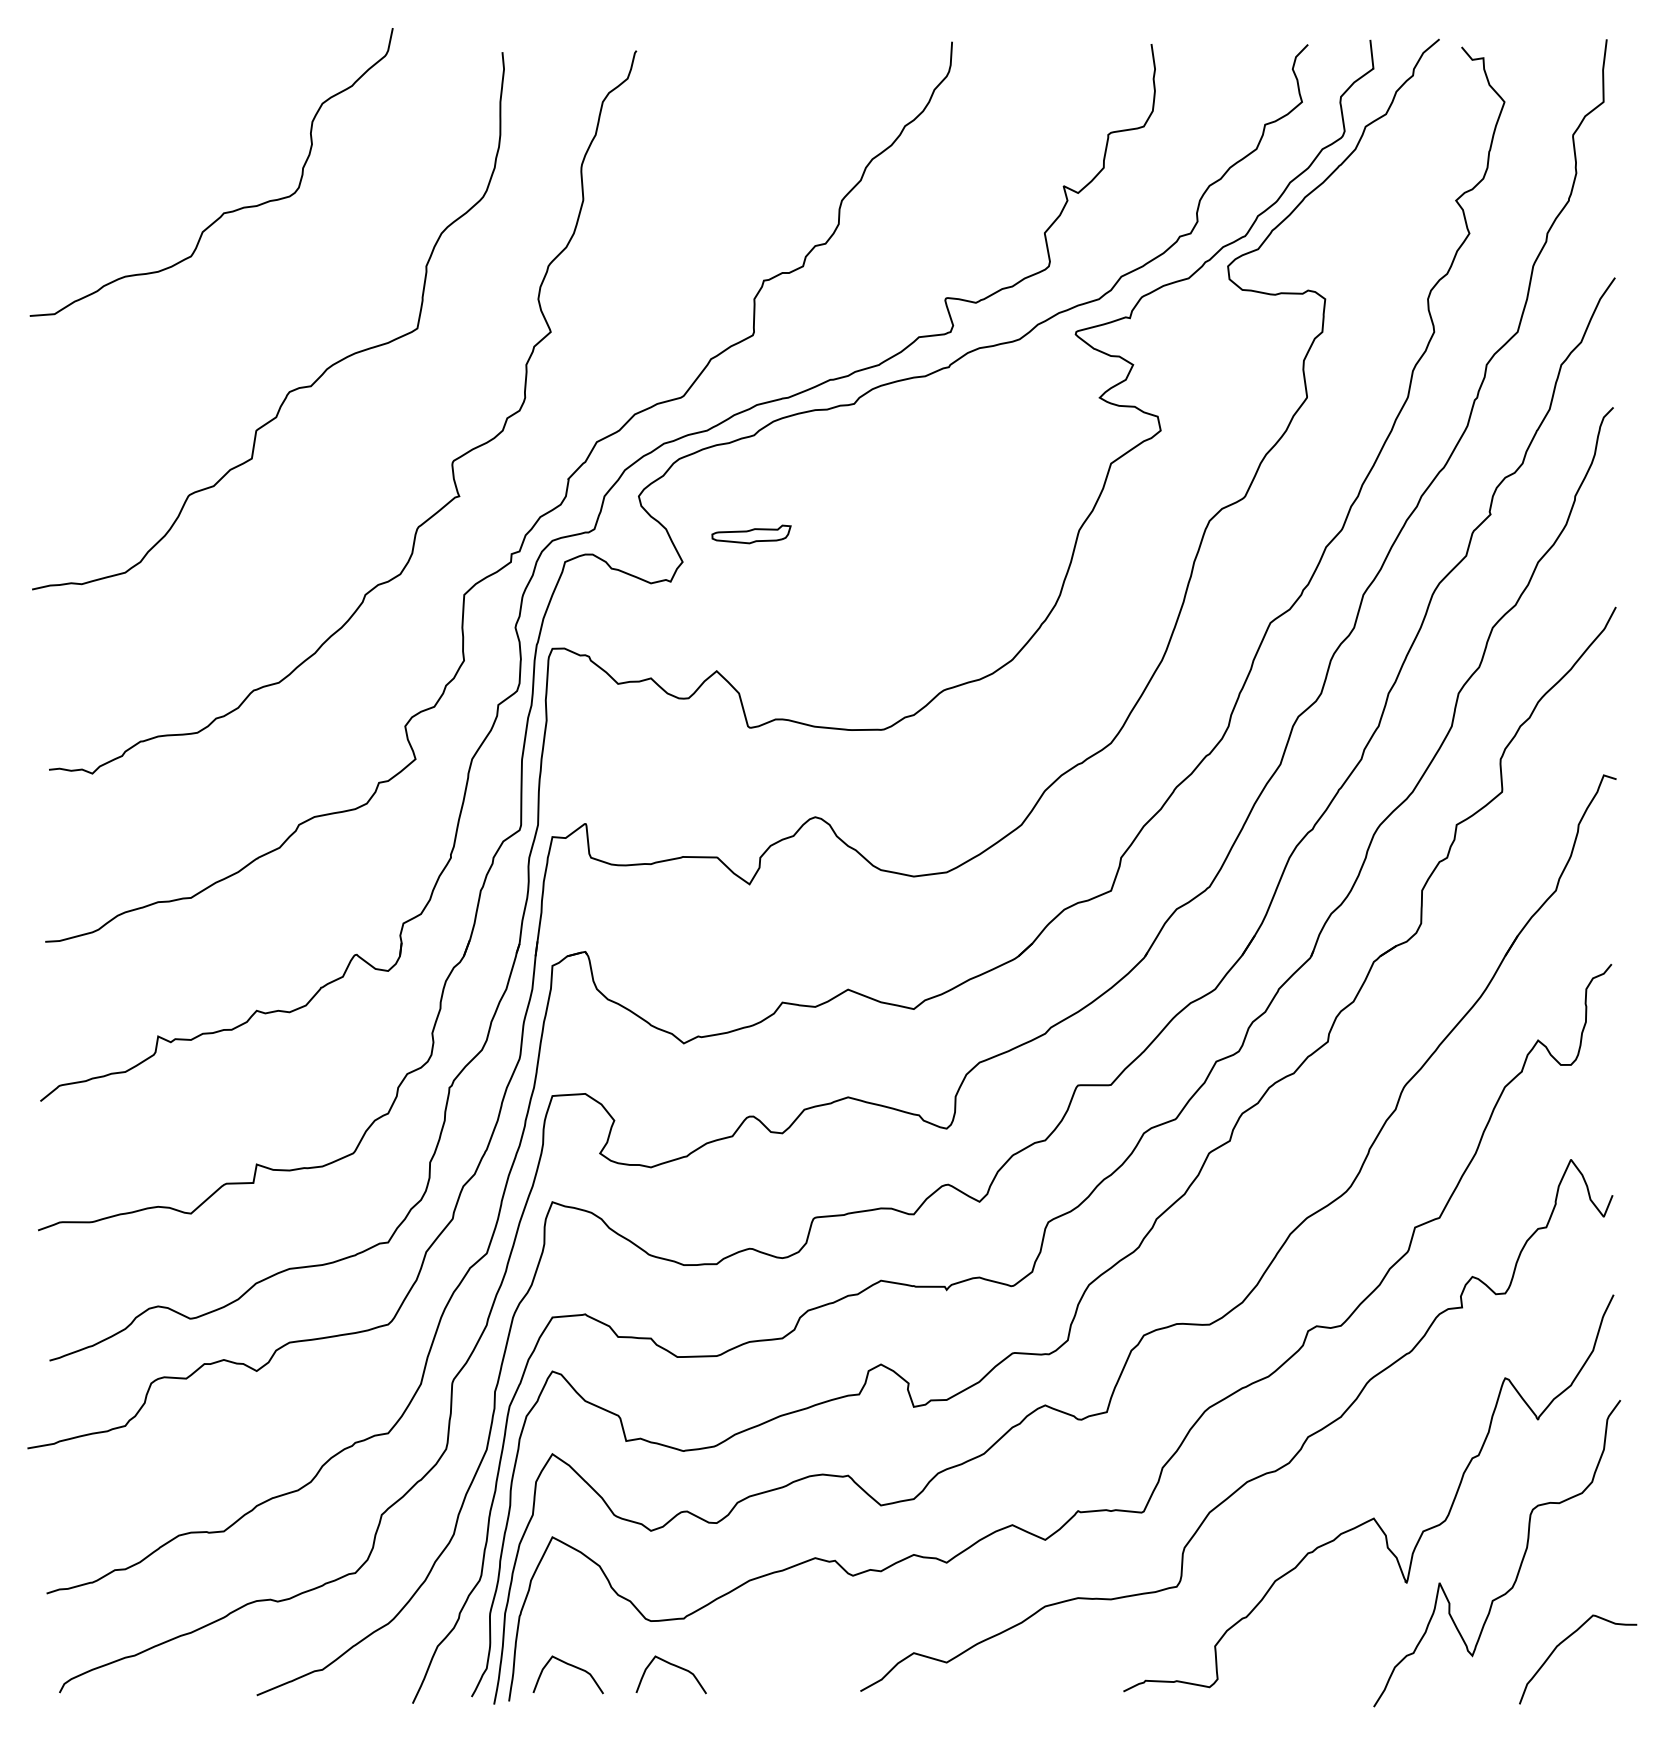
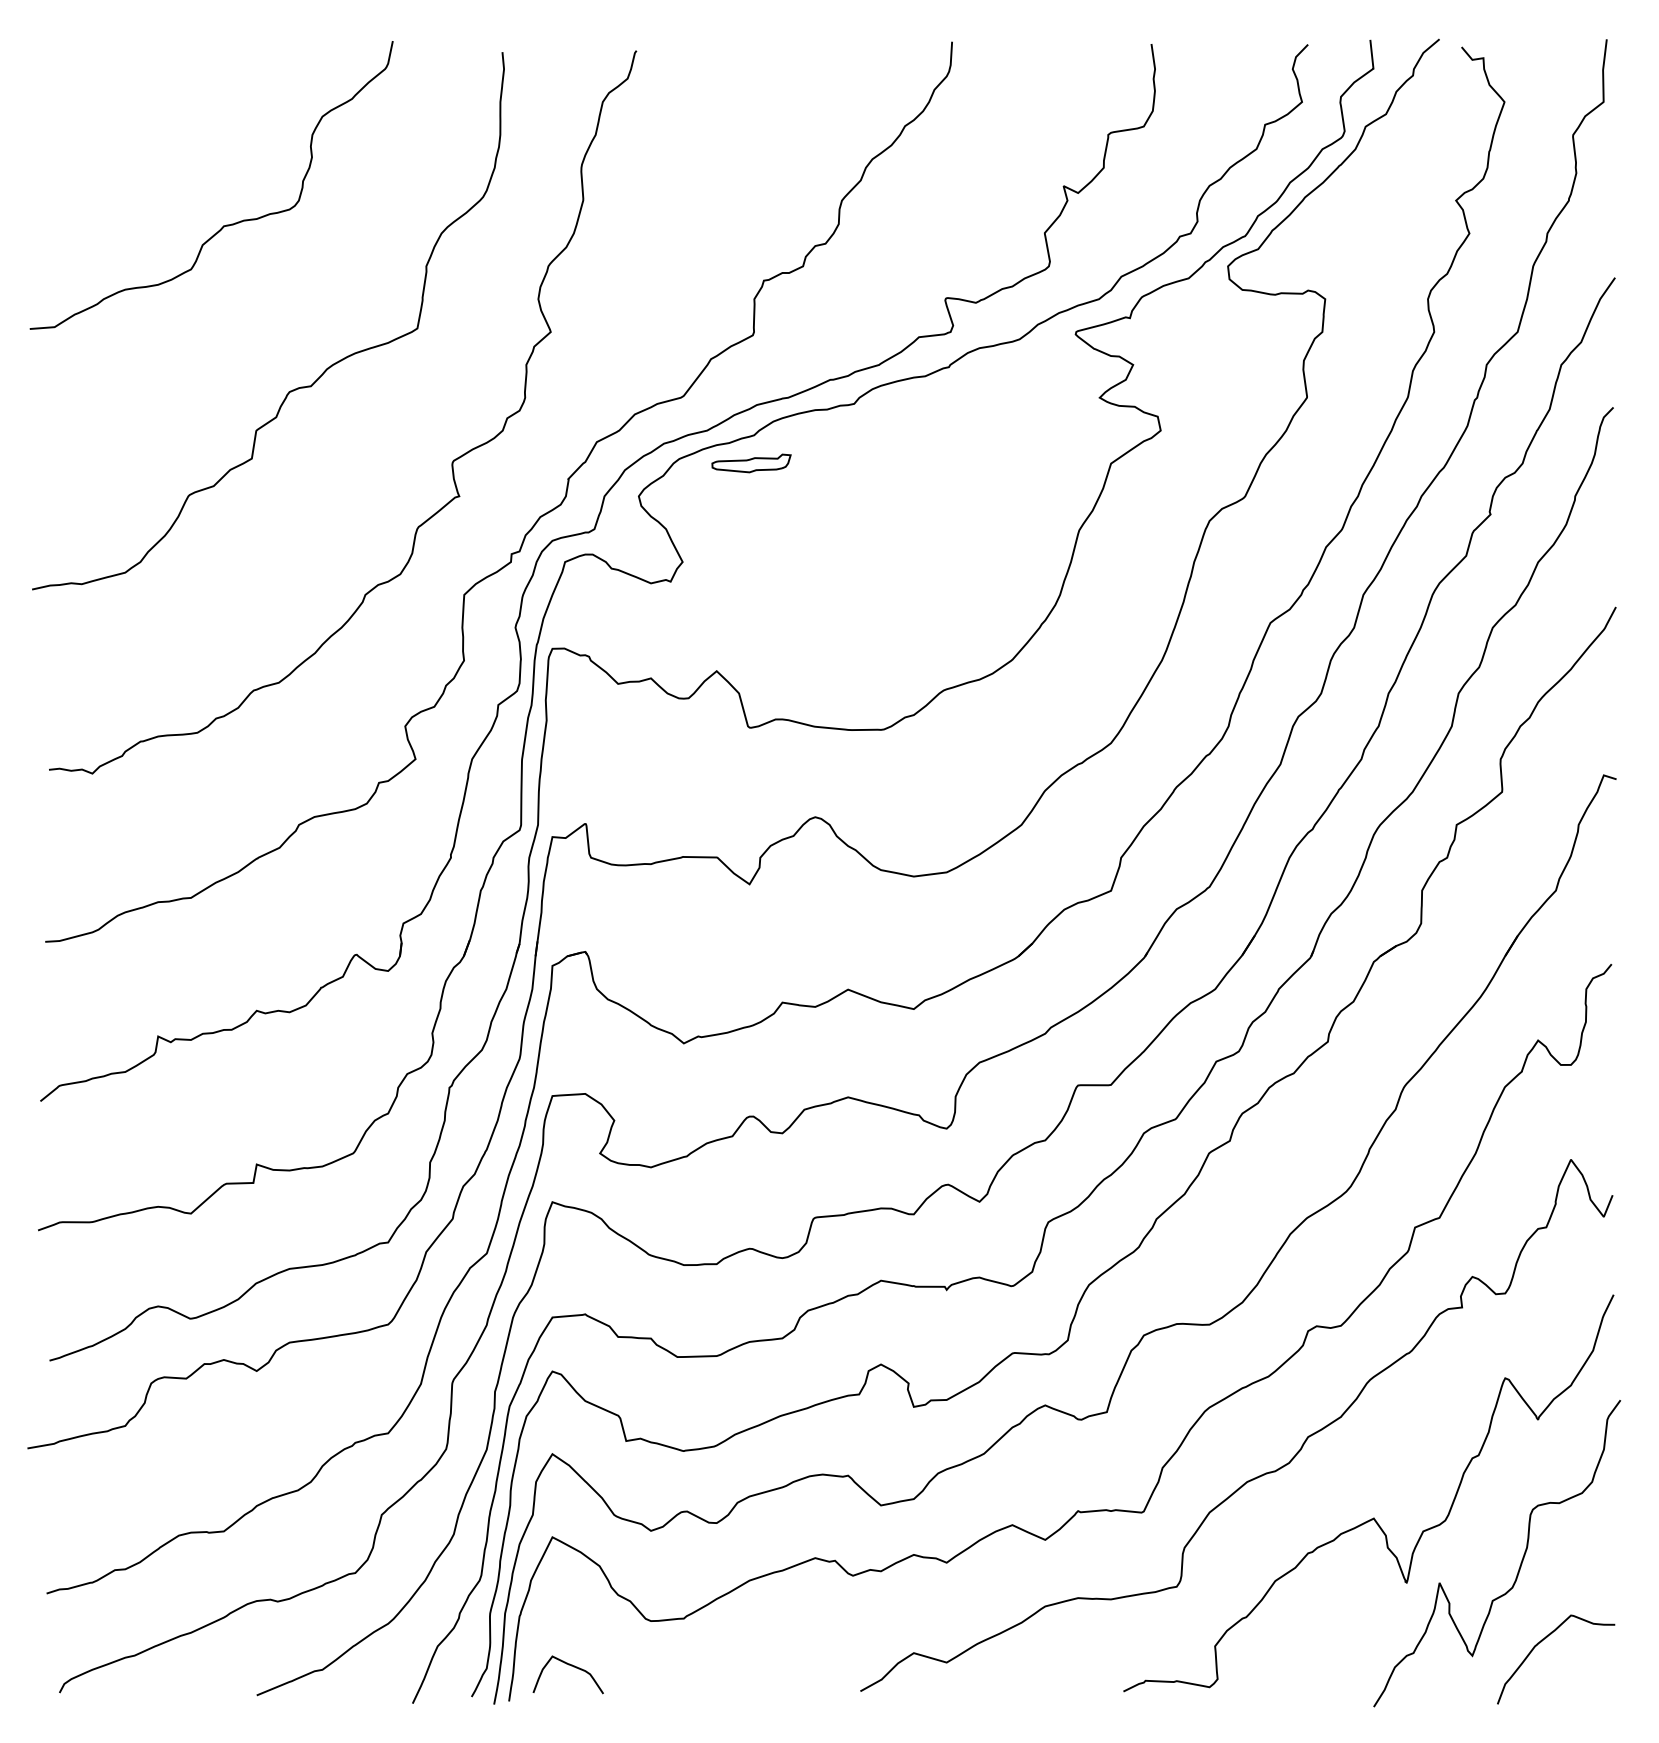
curve at (223, 212) position: (223, 212) -> (223, 225)
part at (751, 534) position: (751, 534) -> (751, 463)
curve at (1563, 1642) position: (1563, 1642) -> (1541, 1642)
curve at (674, 1666): present -> none
